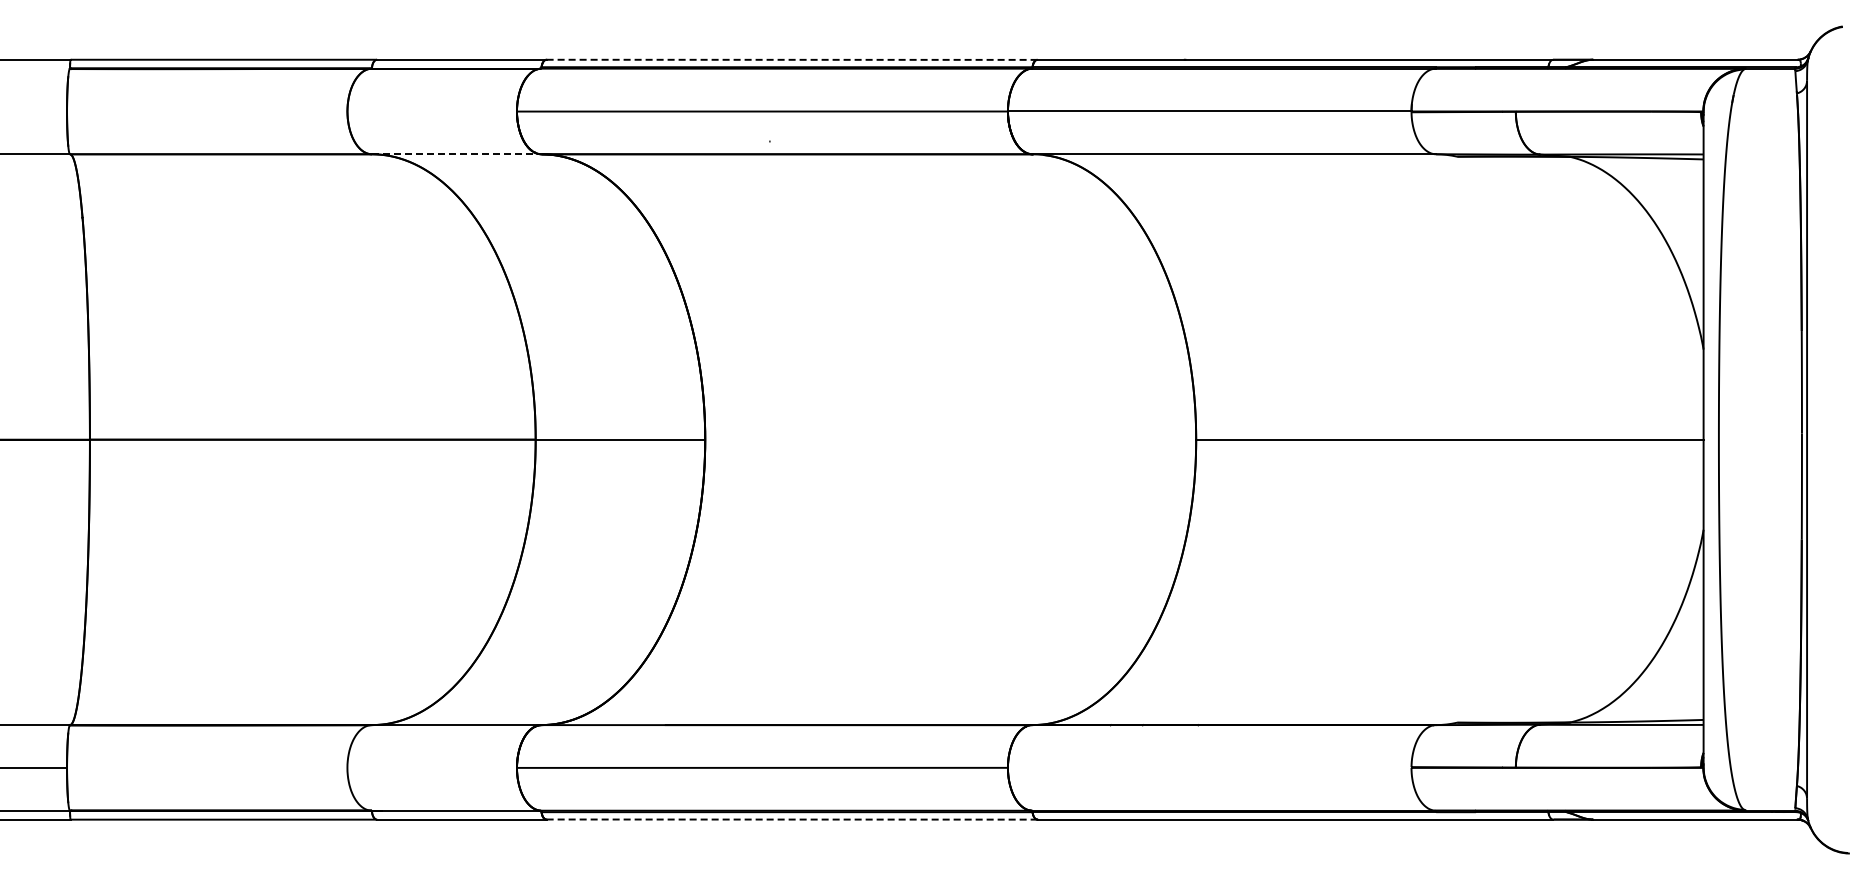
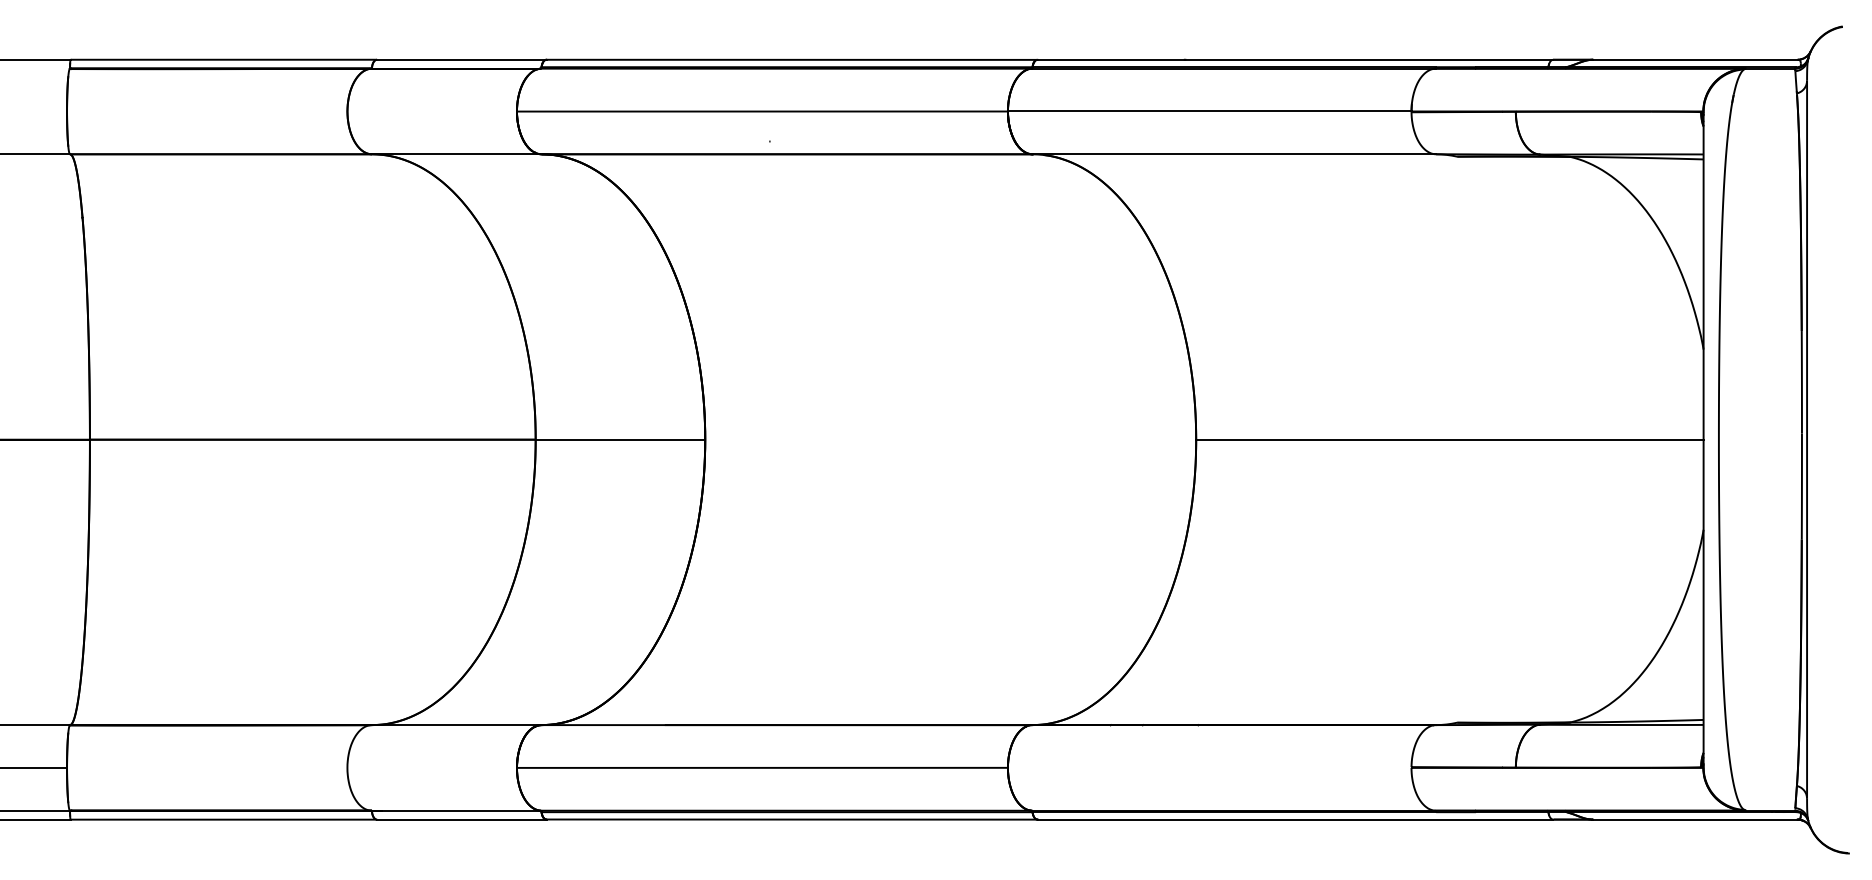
line at (791, 59): dashed -> solid
line at (456, 154): dashed -> solid
line at (792, 819): dashed -> solid
